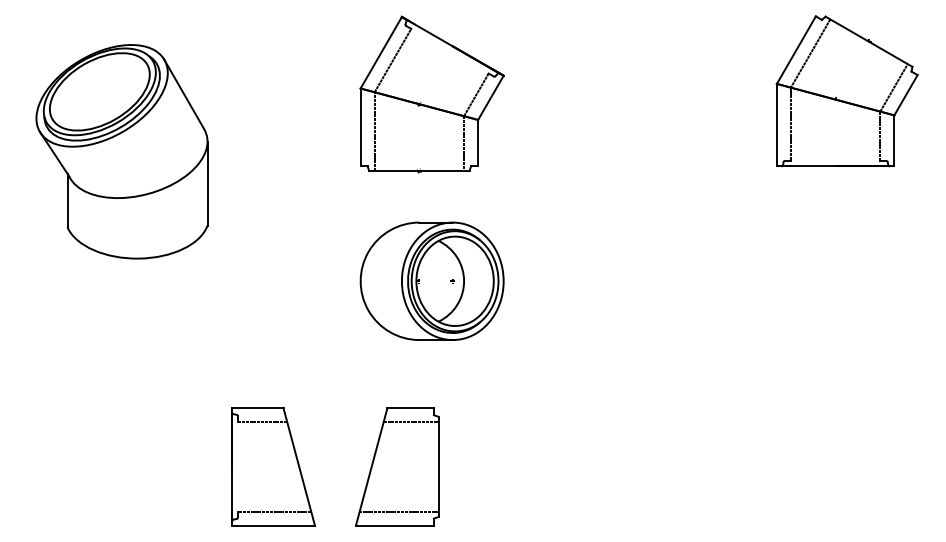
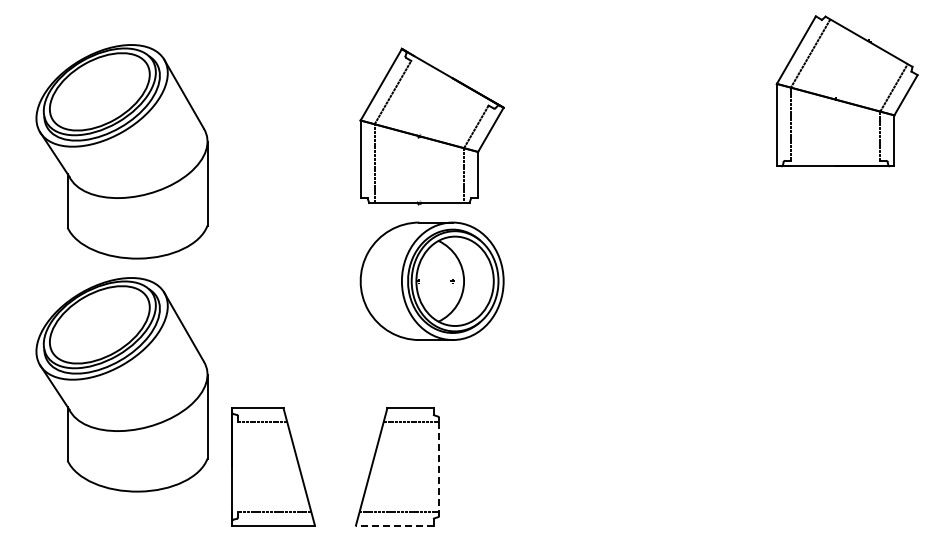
part at (431, 94) position: (431, 94) -> (431, 126)
part at (121, 384): none -> present
line at (438, 466): solid -> dashed
line at (394, 525): solid -> dashed
